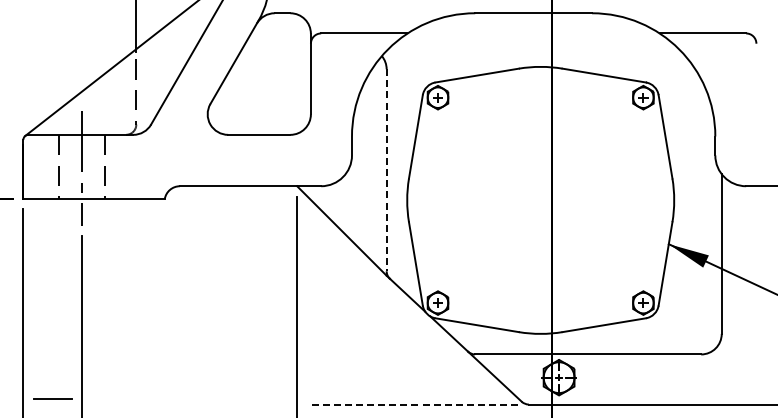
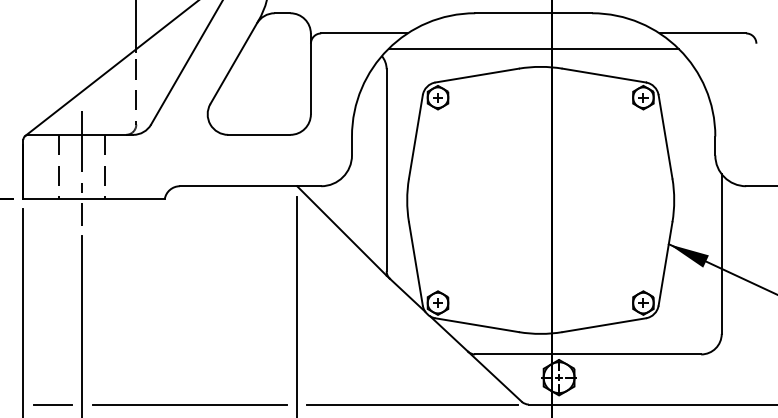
line at (533, 48): none -> present
line at (386, 170): dashed -> solid
line at (52, 398) position: (52, 398) -> (52, 404)
line at (189, 404): none -> present
line at (412, 404): dashed -> solid
